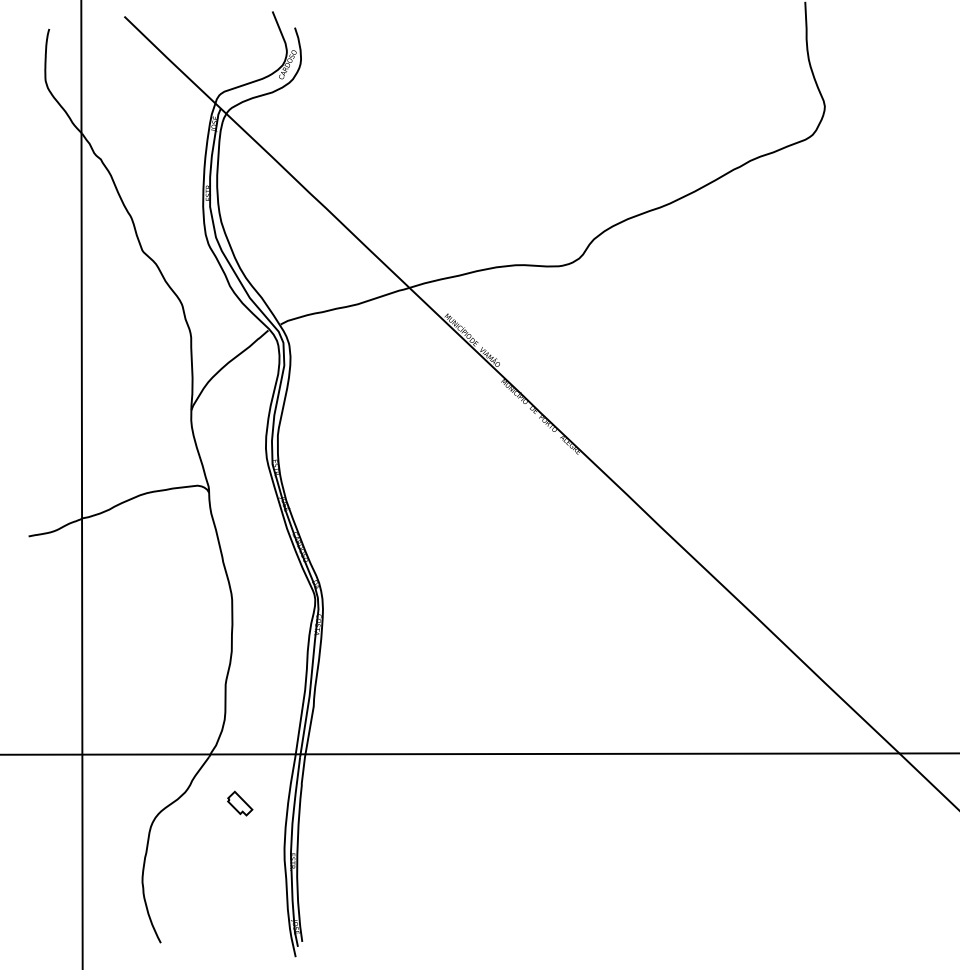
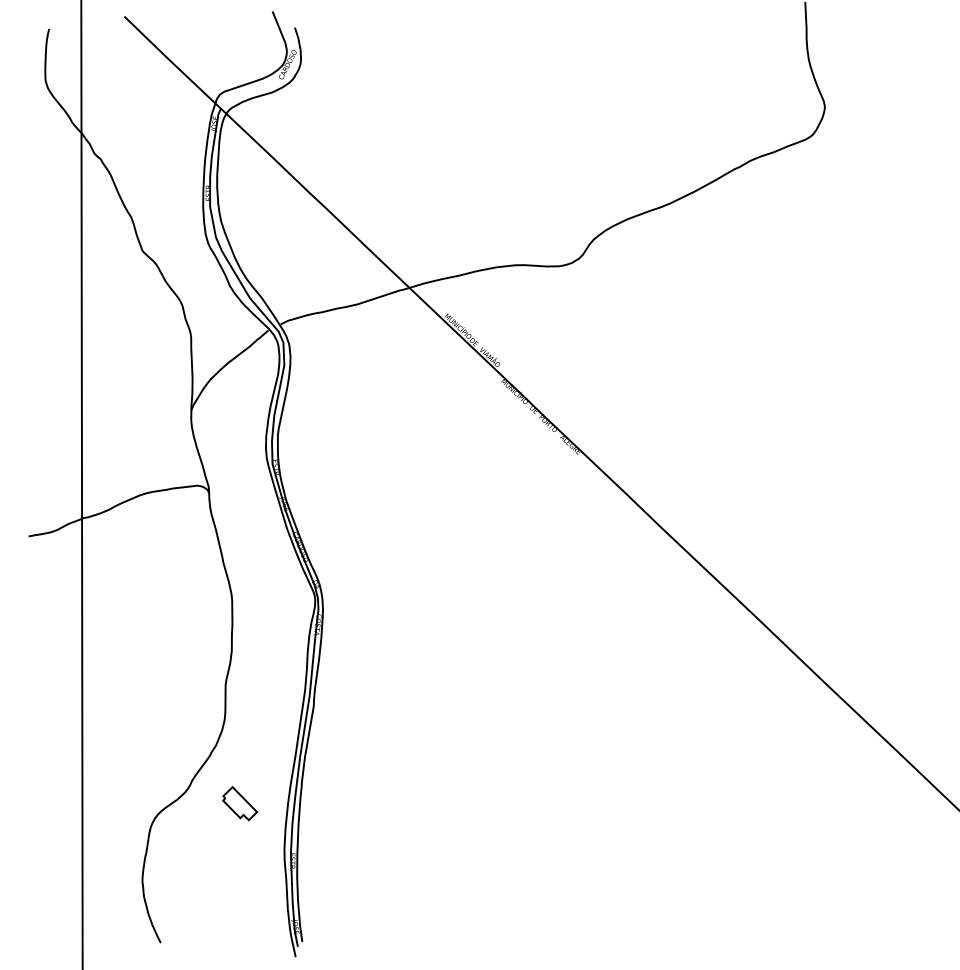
line at (479, 753): present -> none
part at (240, 803) size: 27x27 px -> 37x36 px
